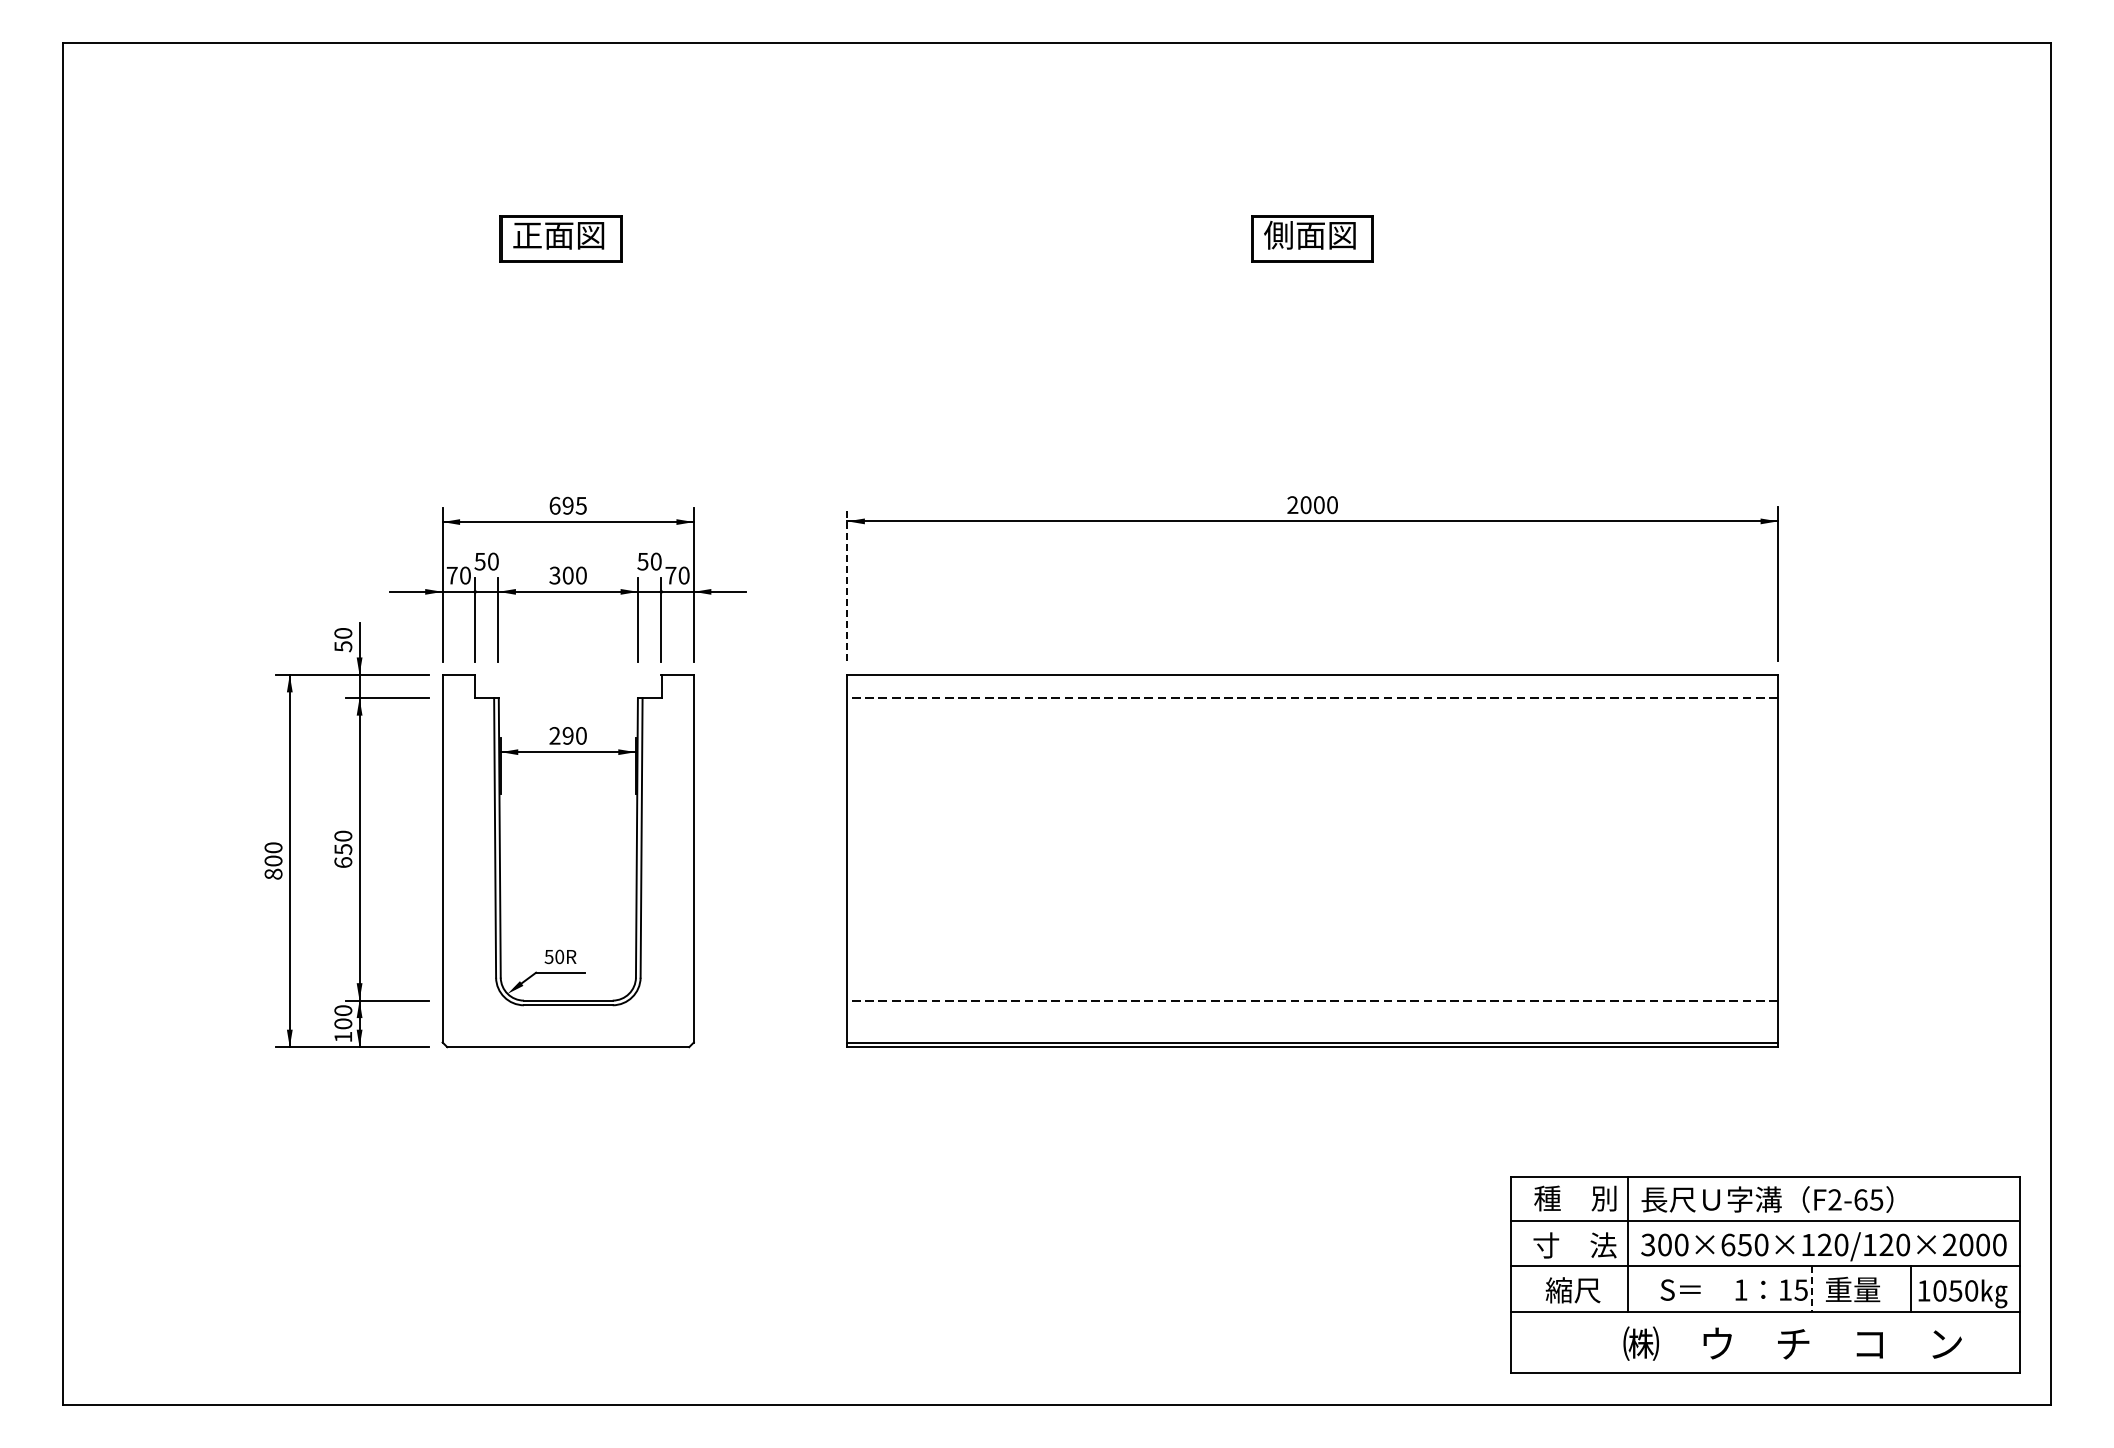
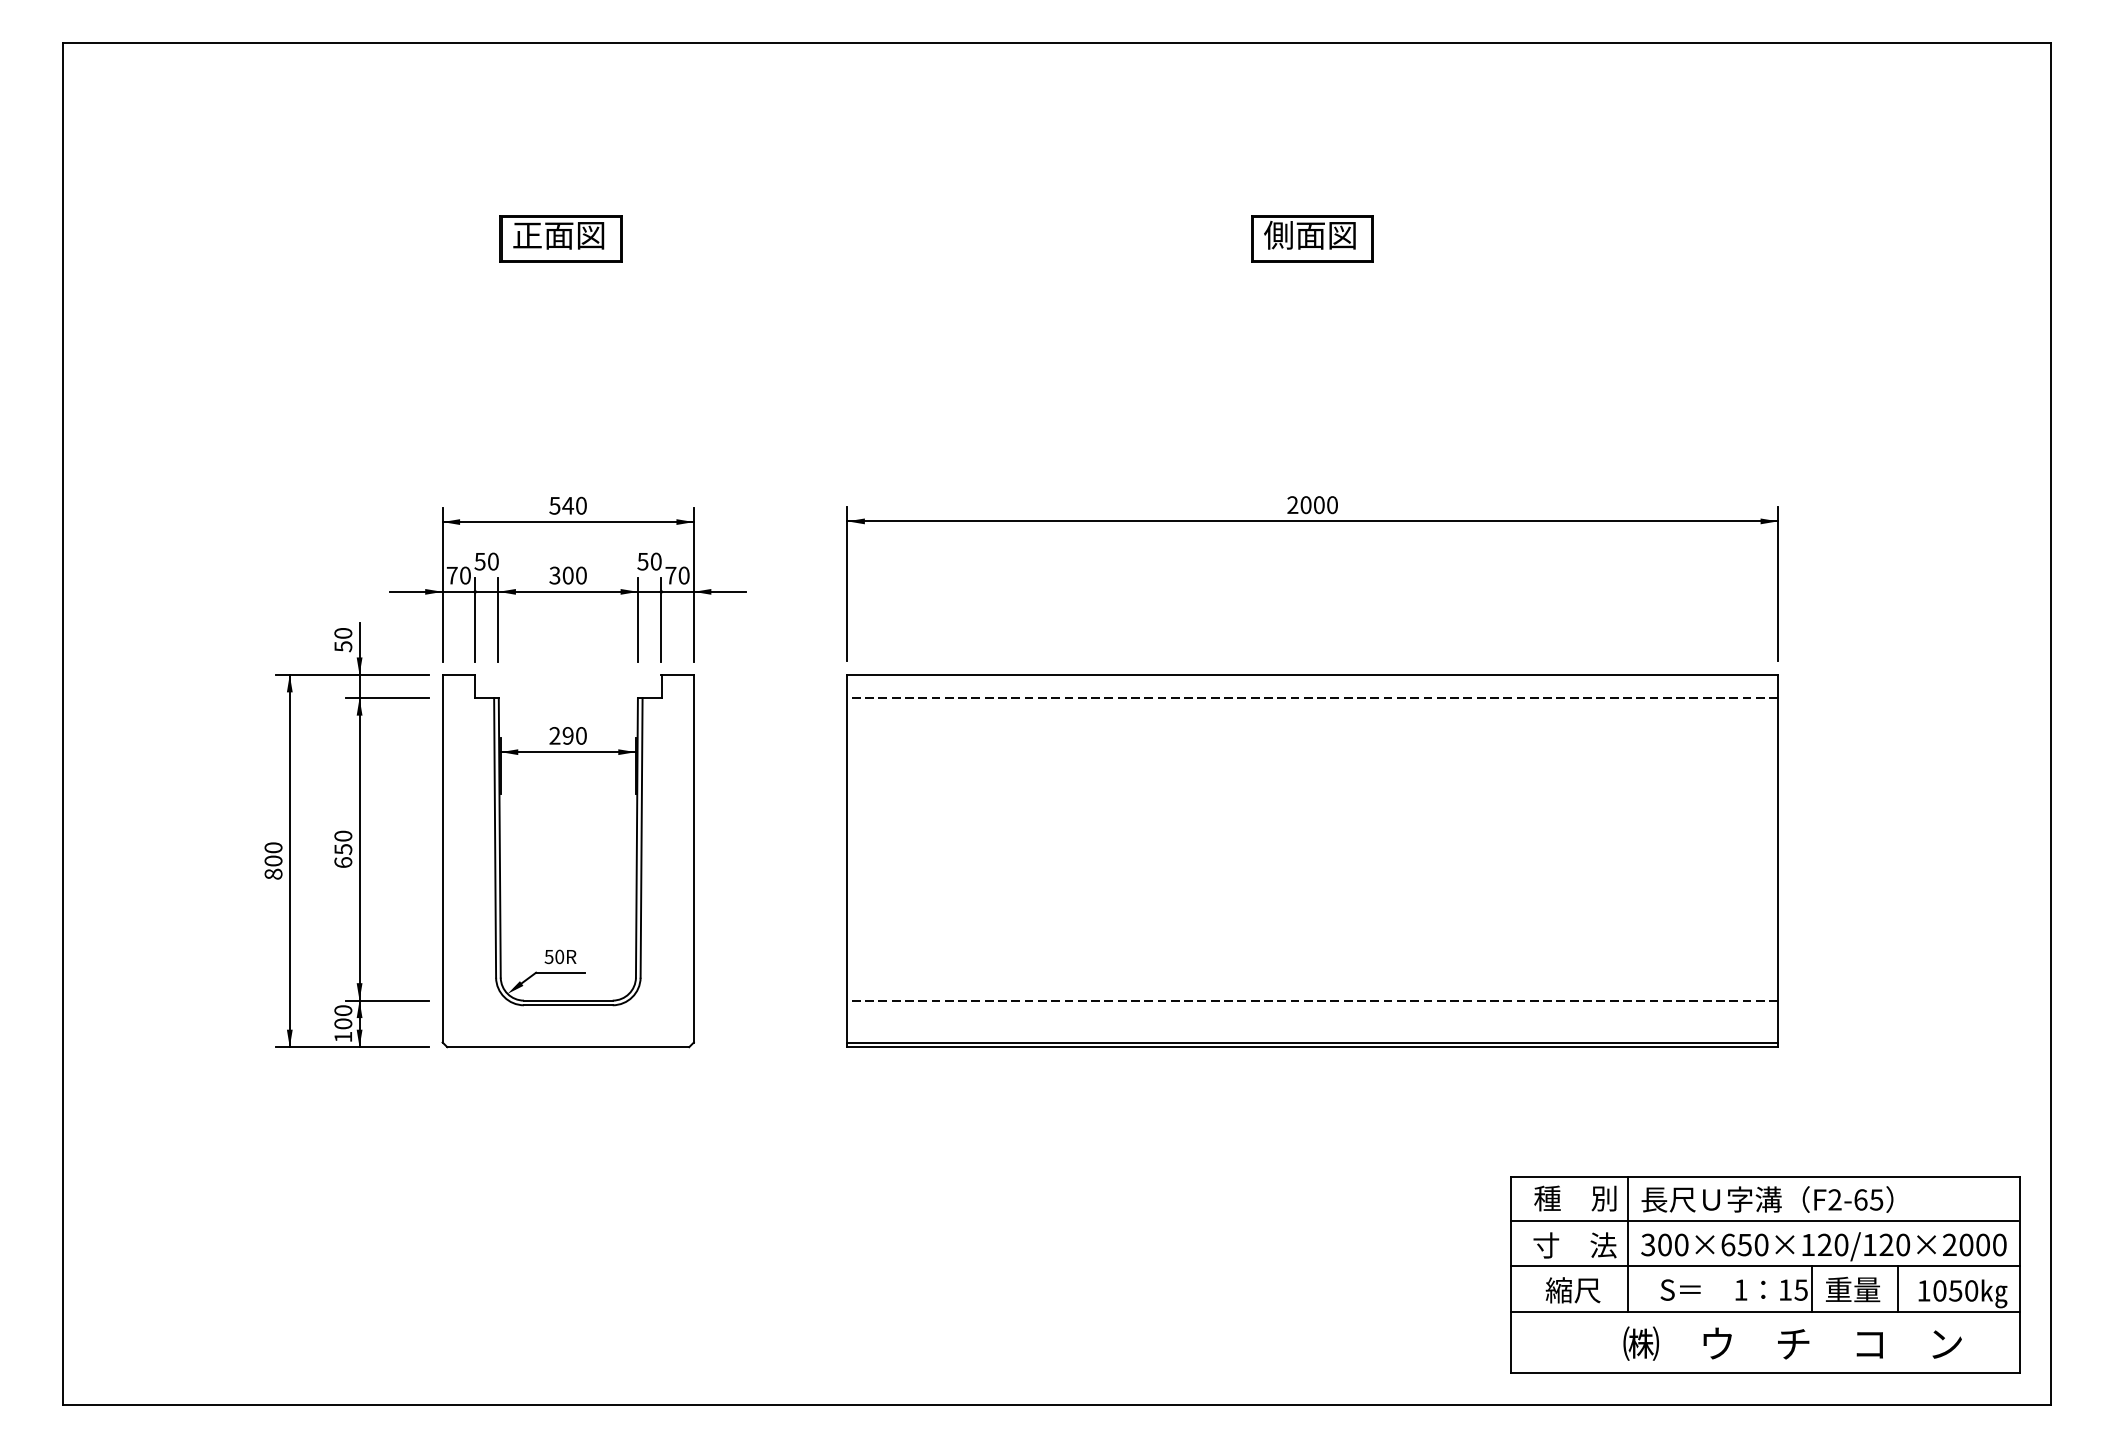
text at (567, 505): 695 -> 540
line at (847, 584): dashed -> solid
line at (1910, 1288) position: (1910, 1288) -> (1897, 1288)
line at (1811, 1289): dashed -> solid
